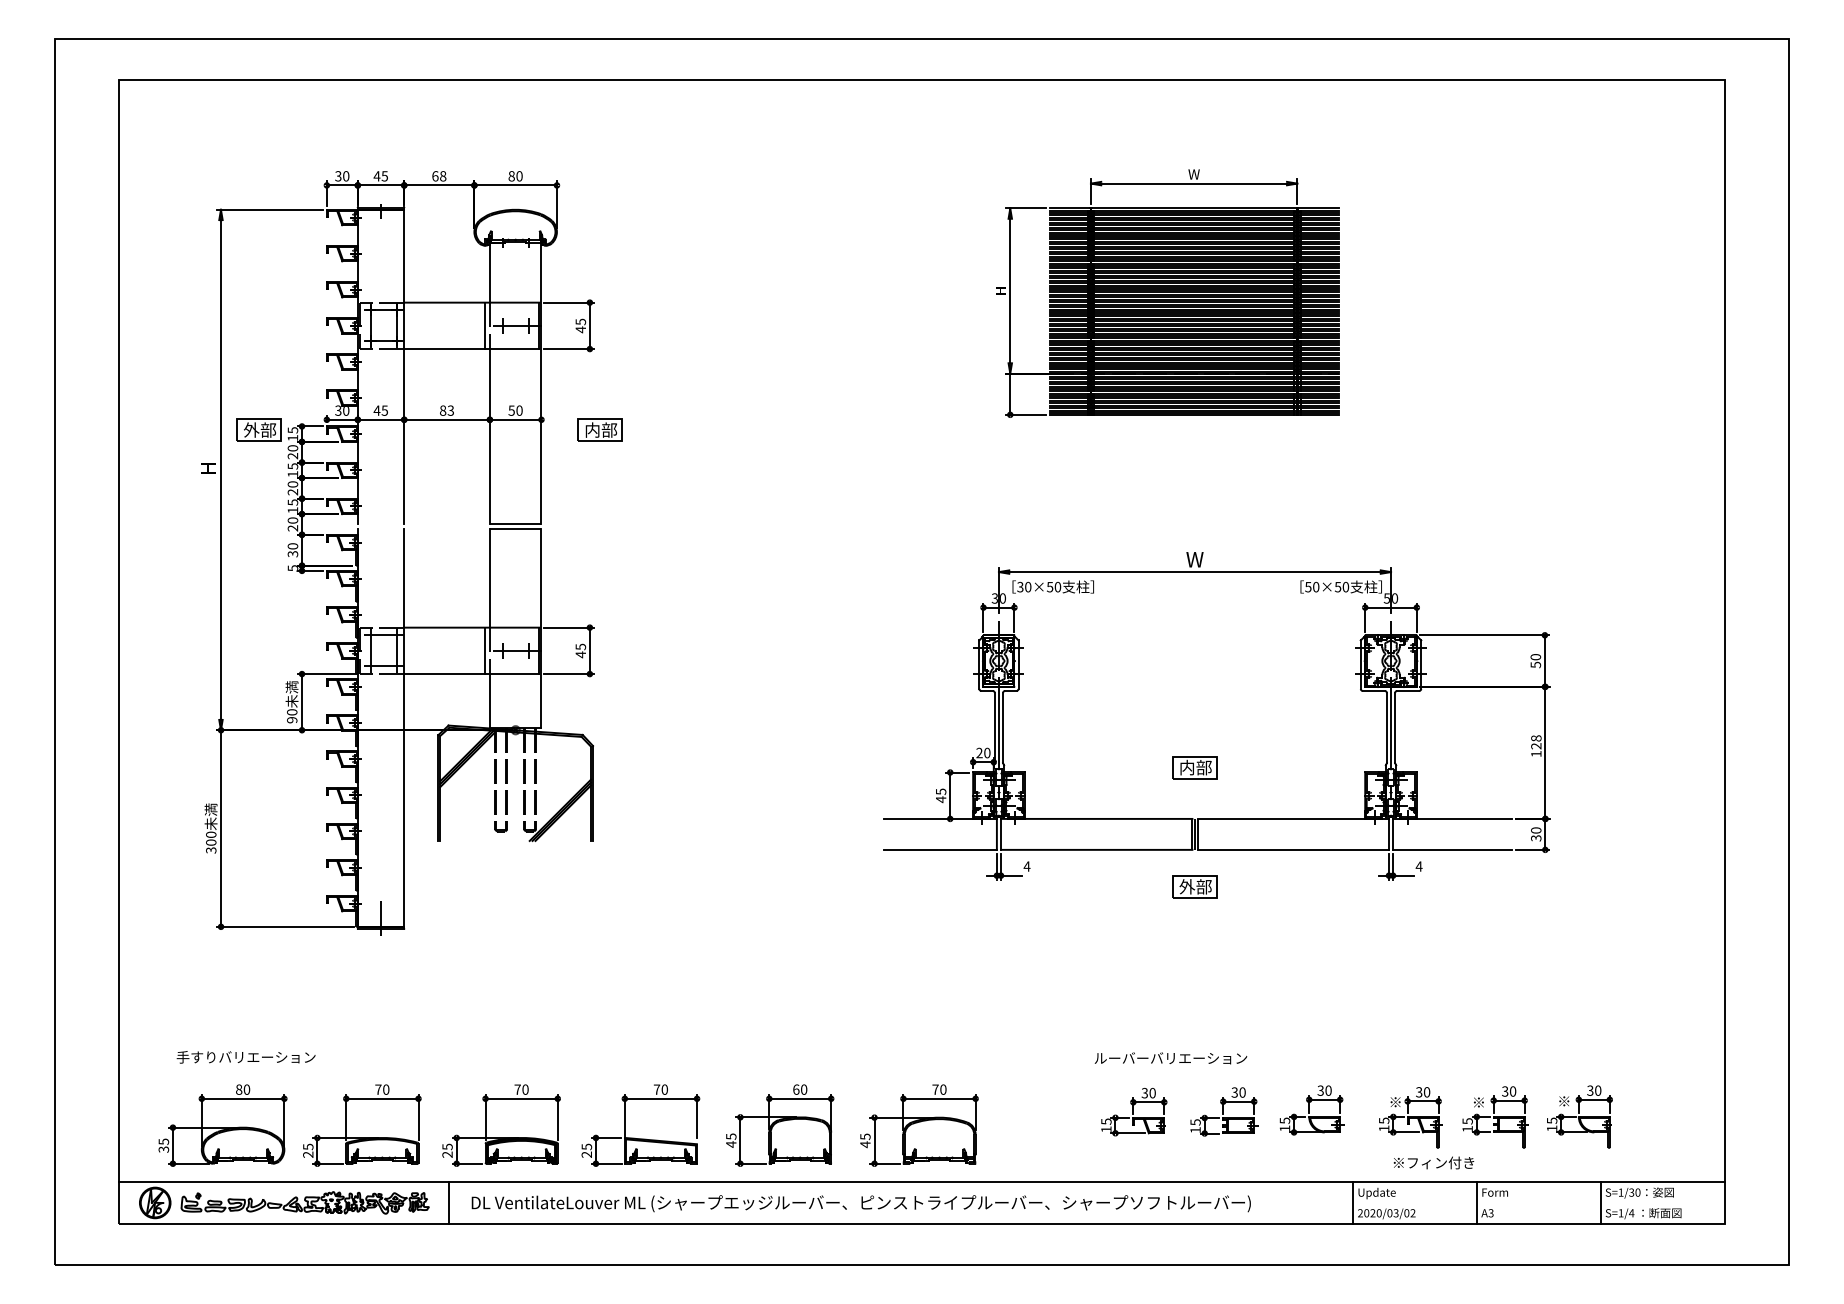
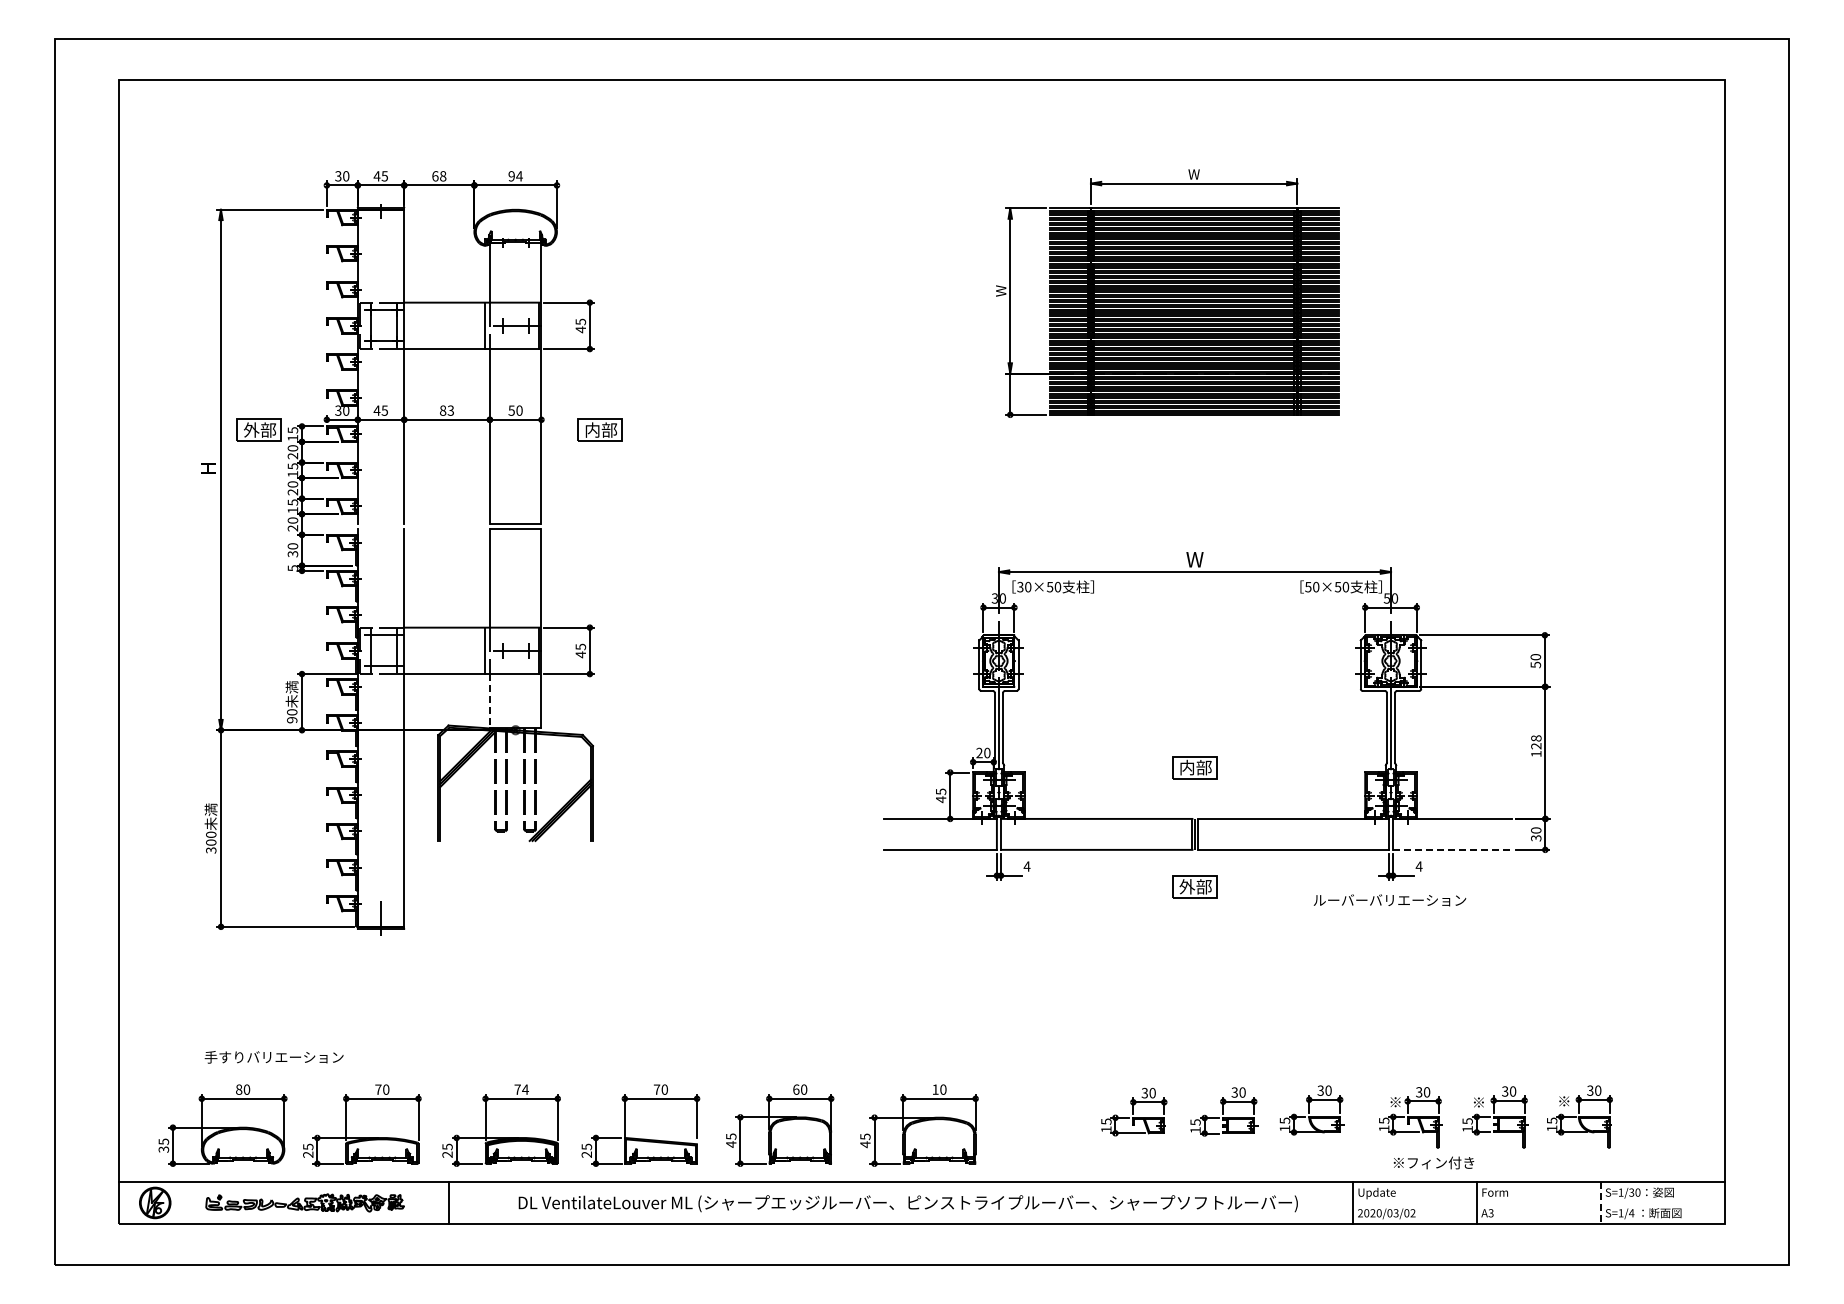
text at (515, 176): 80 -> 94
text at (1001, 290): H -> W
line at (489, 701): solid -> dashed
line at (1453, 849): solid -> dashed
text at (245, 1057) position: (245, 1057) -> (273, 1057)
text at (1170, 1058) position: (1170, 1058) -> (1389, 900)
text at (525, 1089): 70 -> 74
text at (935, 1089): 70 -> 10
part at (304, 1202) size: 250x24 px -> 200x20 px
line at (1600, 1202): solid -> dashed
text at (860, 1203) position: (860, 1203) -> (907, 1203)
